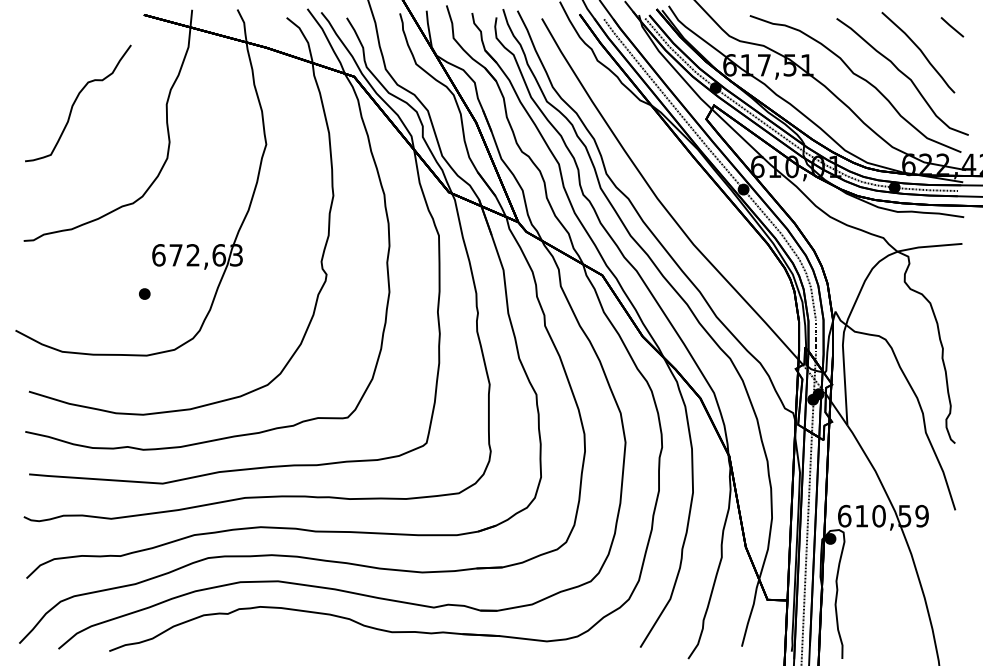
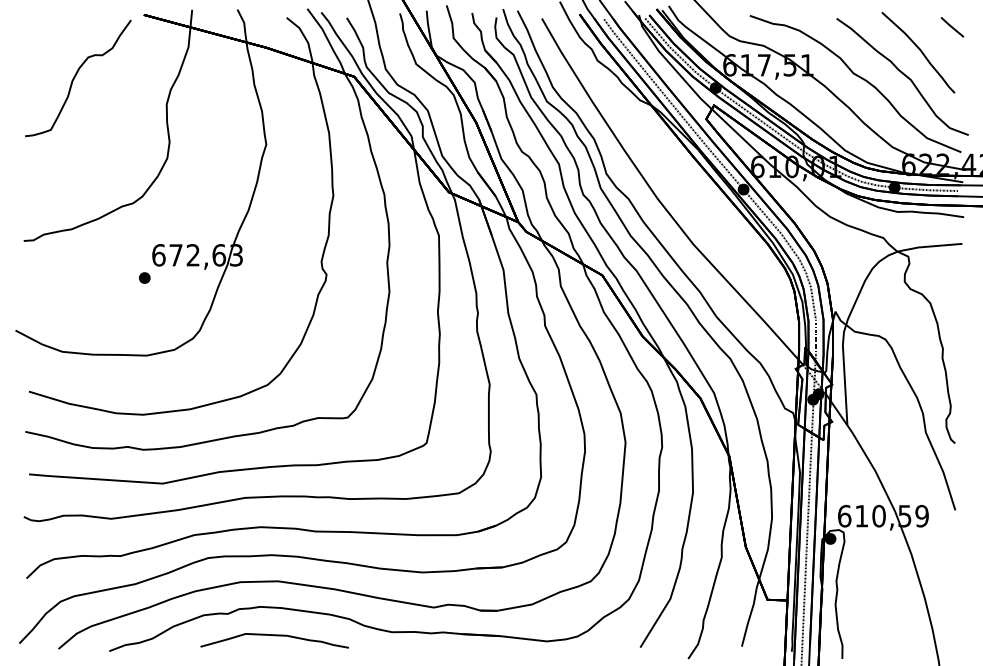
curve at (75, 102) position: (75, 102) -> (75, 77)
part at (144, 293) position: (144, 293) -> (144, 277)
curve at (274, 636): none -> present
